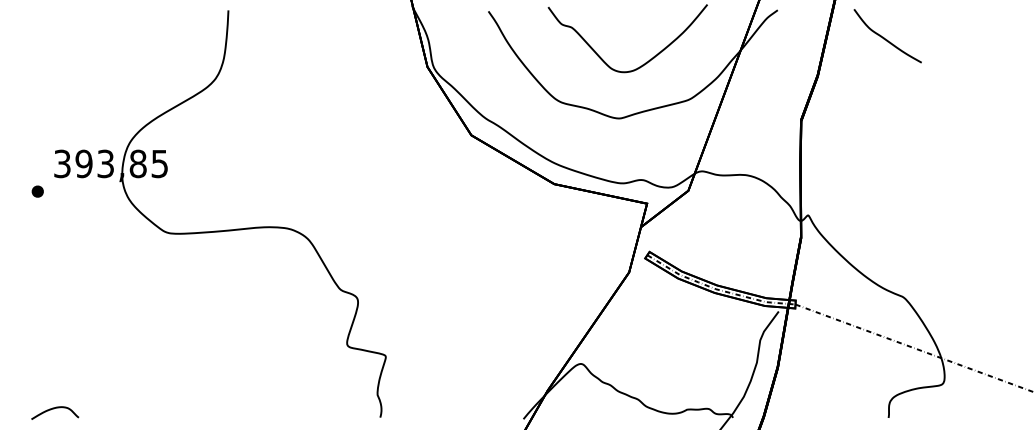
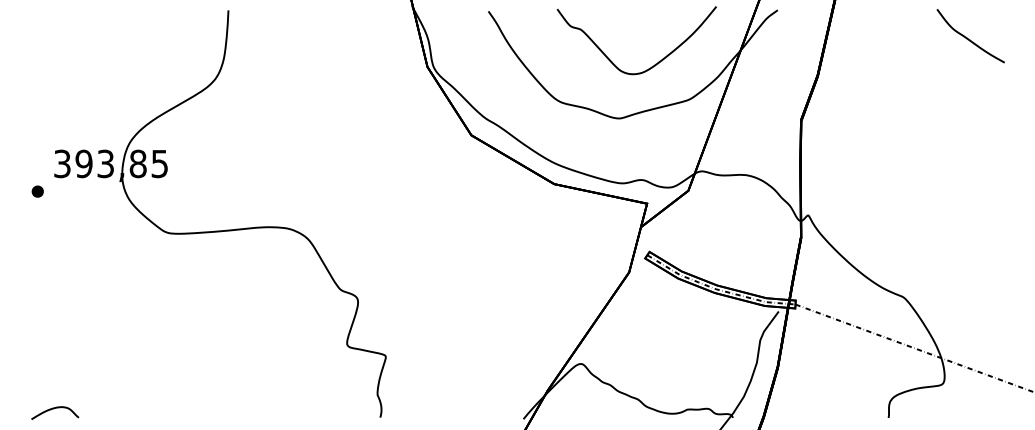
curve at (885, 38) position: (885, 38) -> (968, 38)
curve at (646, 61) position: (646, 61) -> (655, 63)
